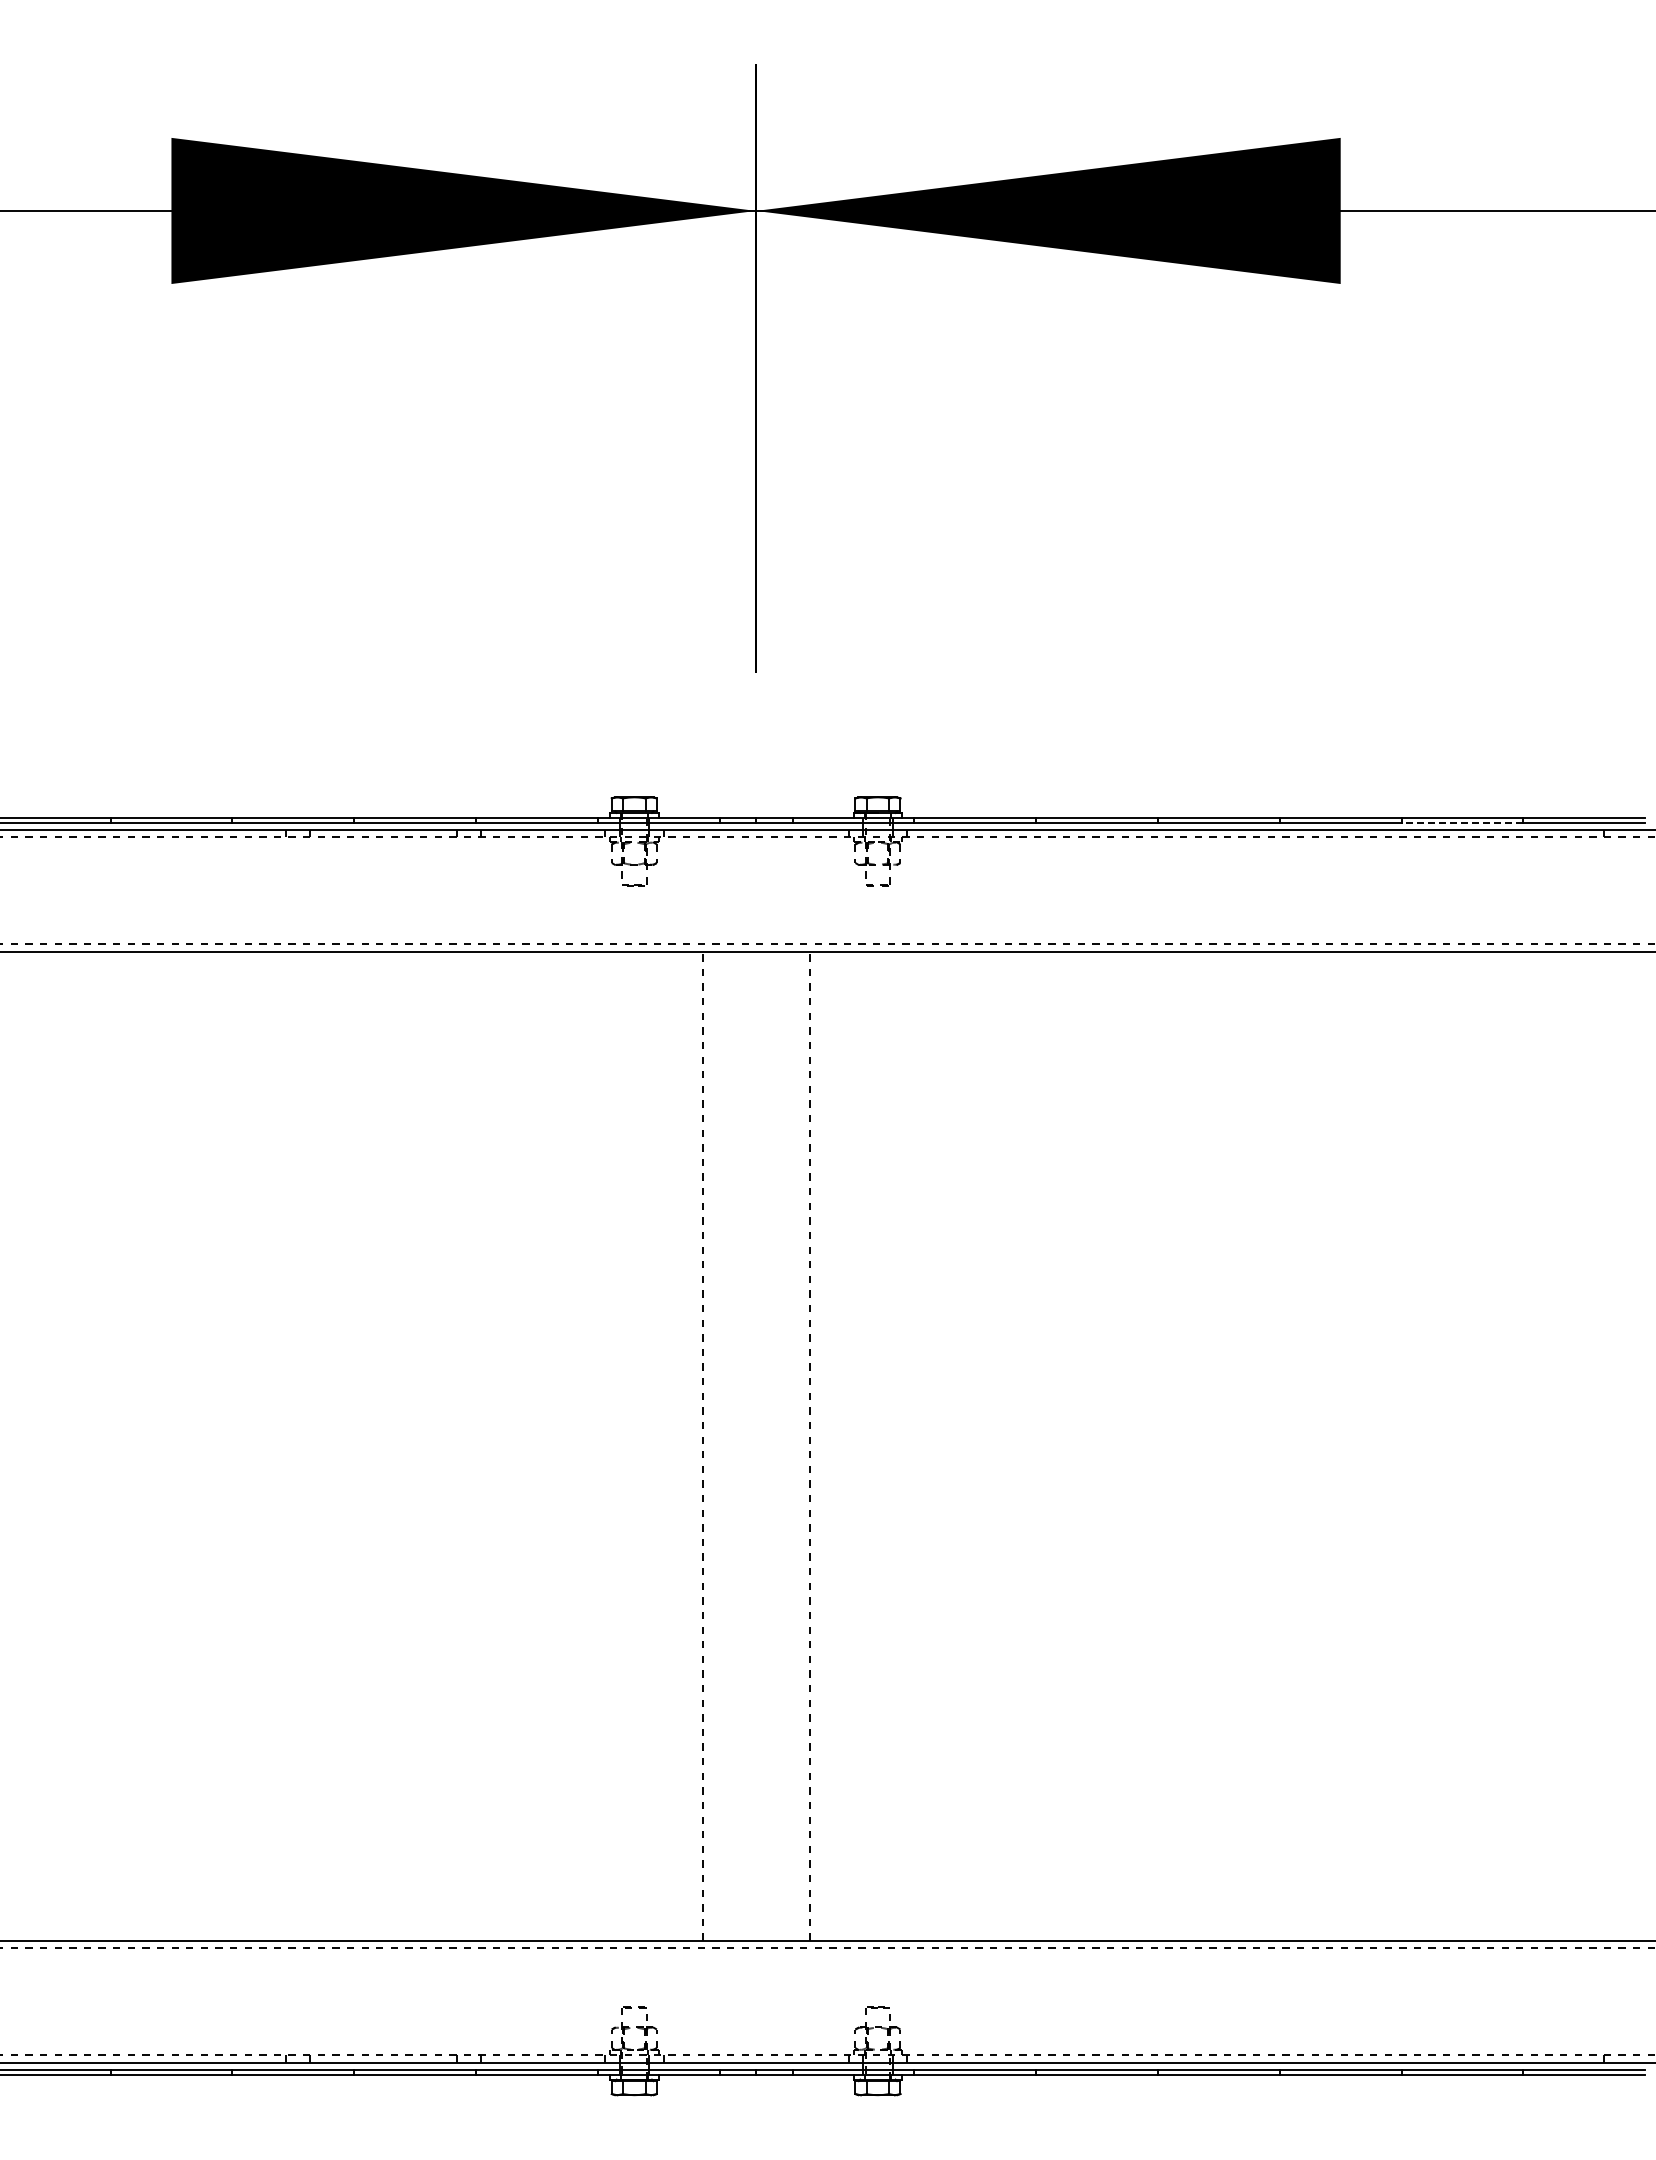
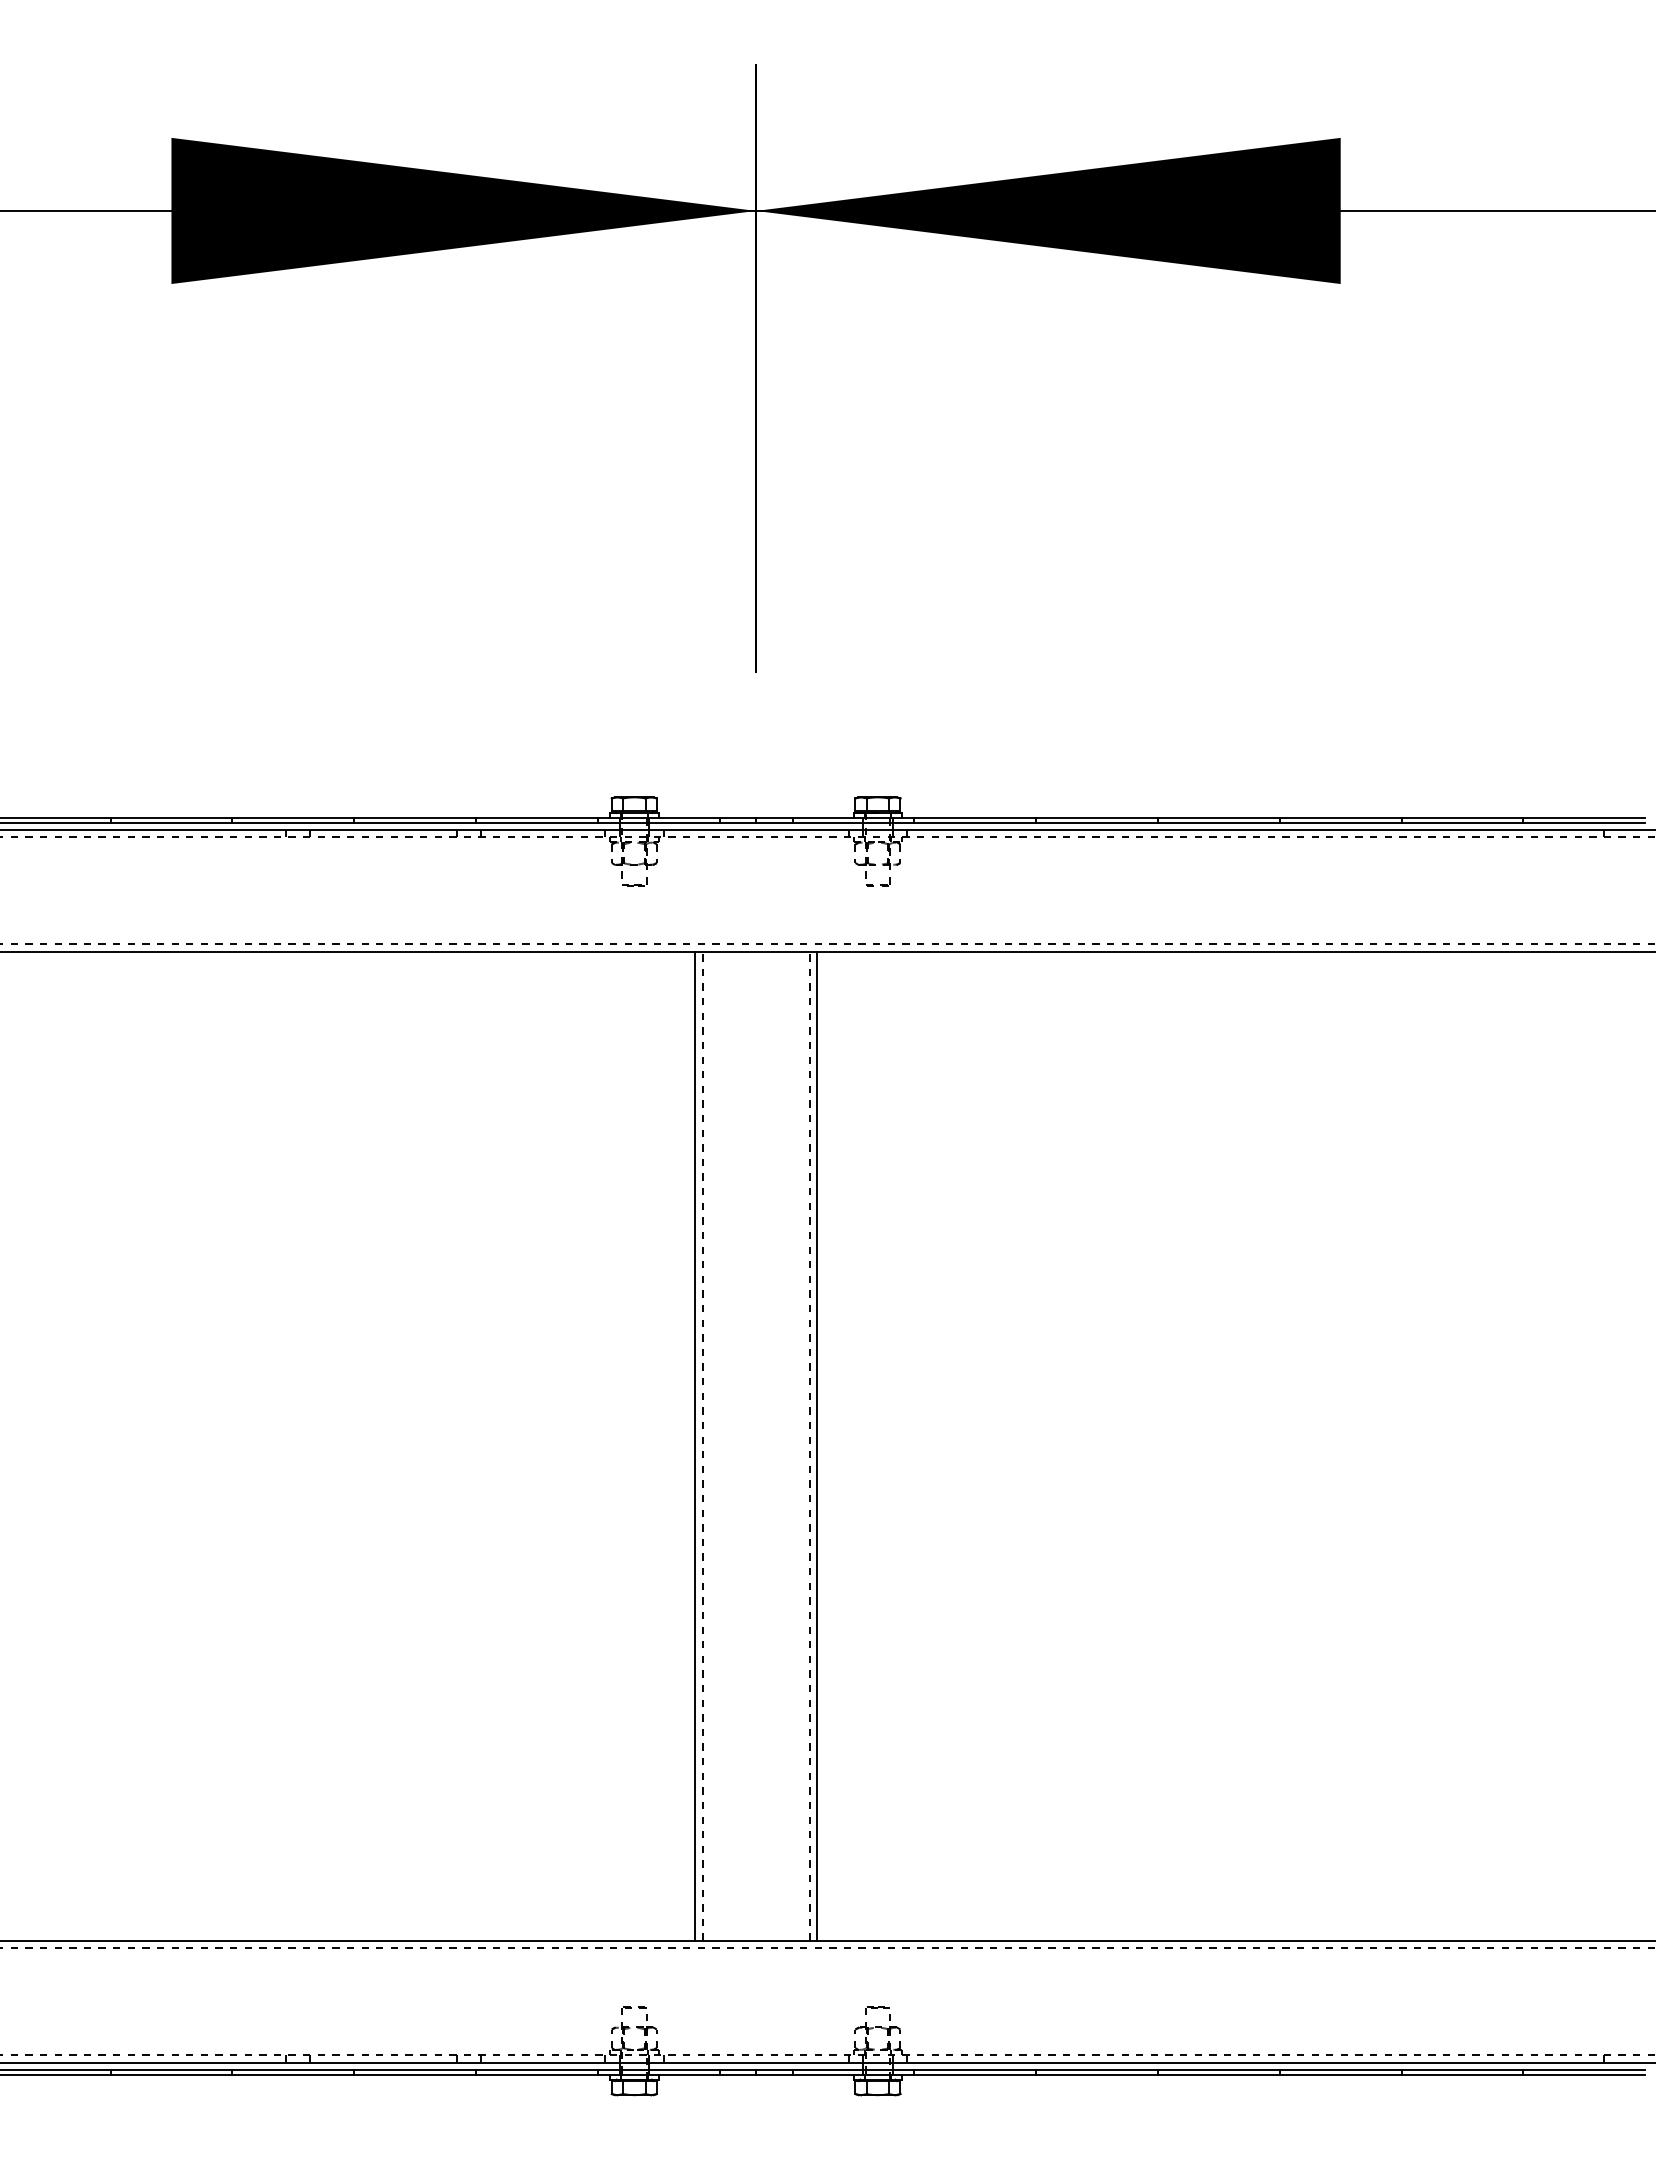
line at (1462, 822): dashed -> solid
line at (695, 1445): none -> present
line at (817, 1445): none -> present
